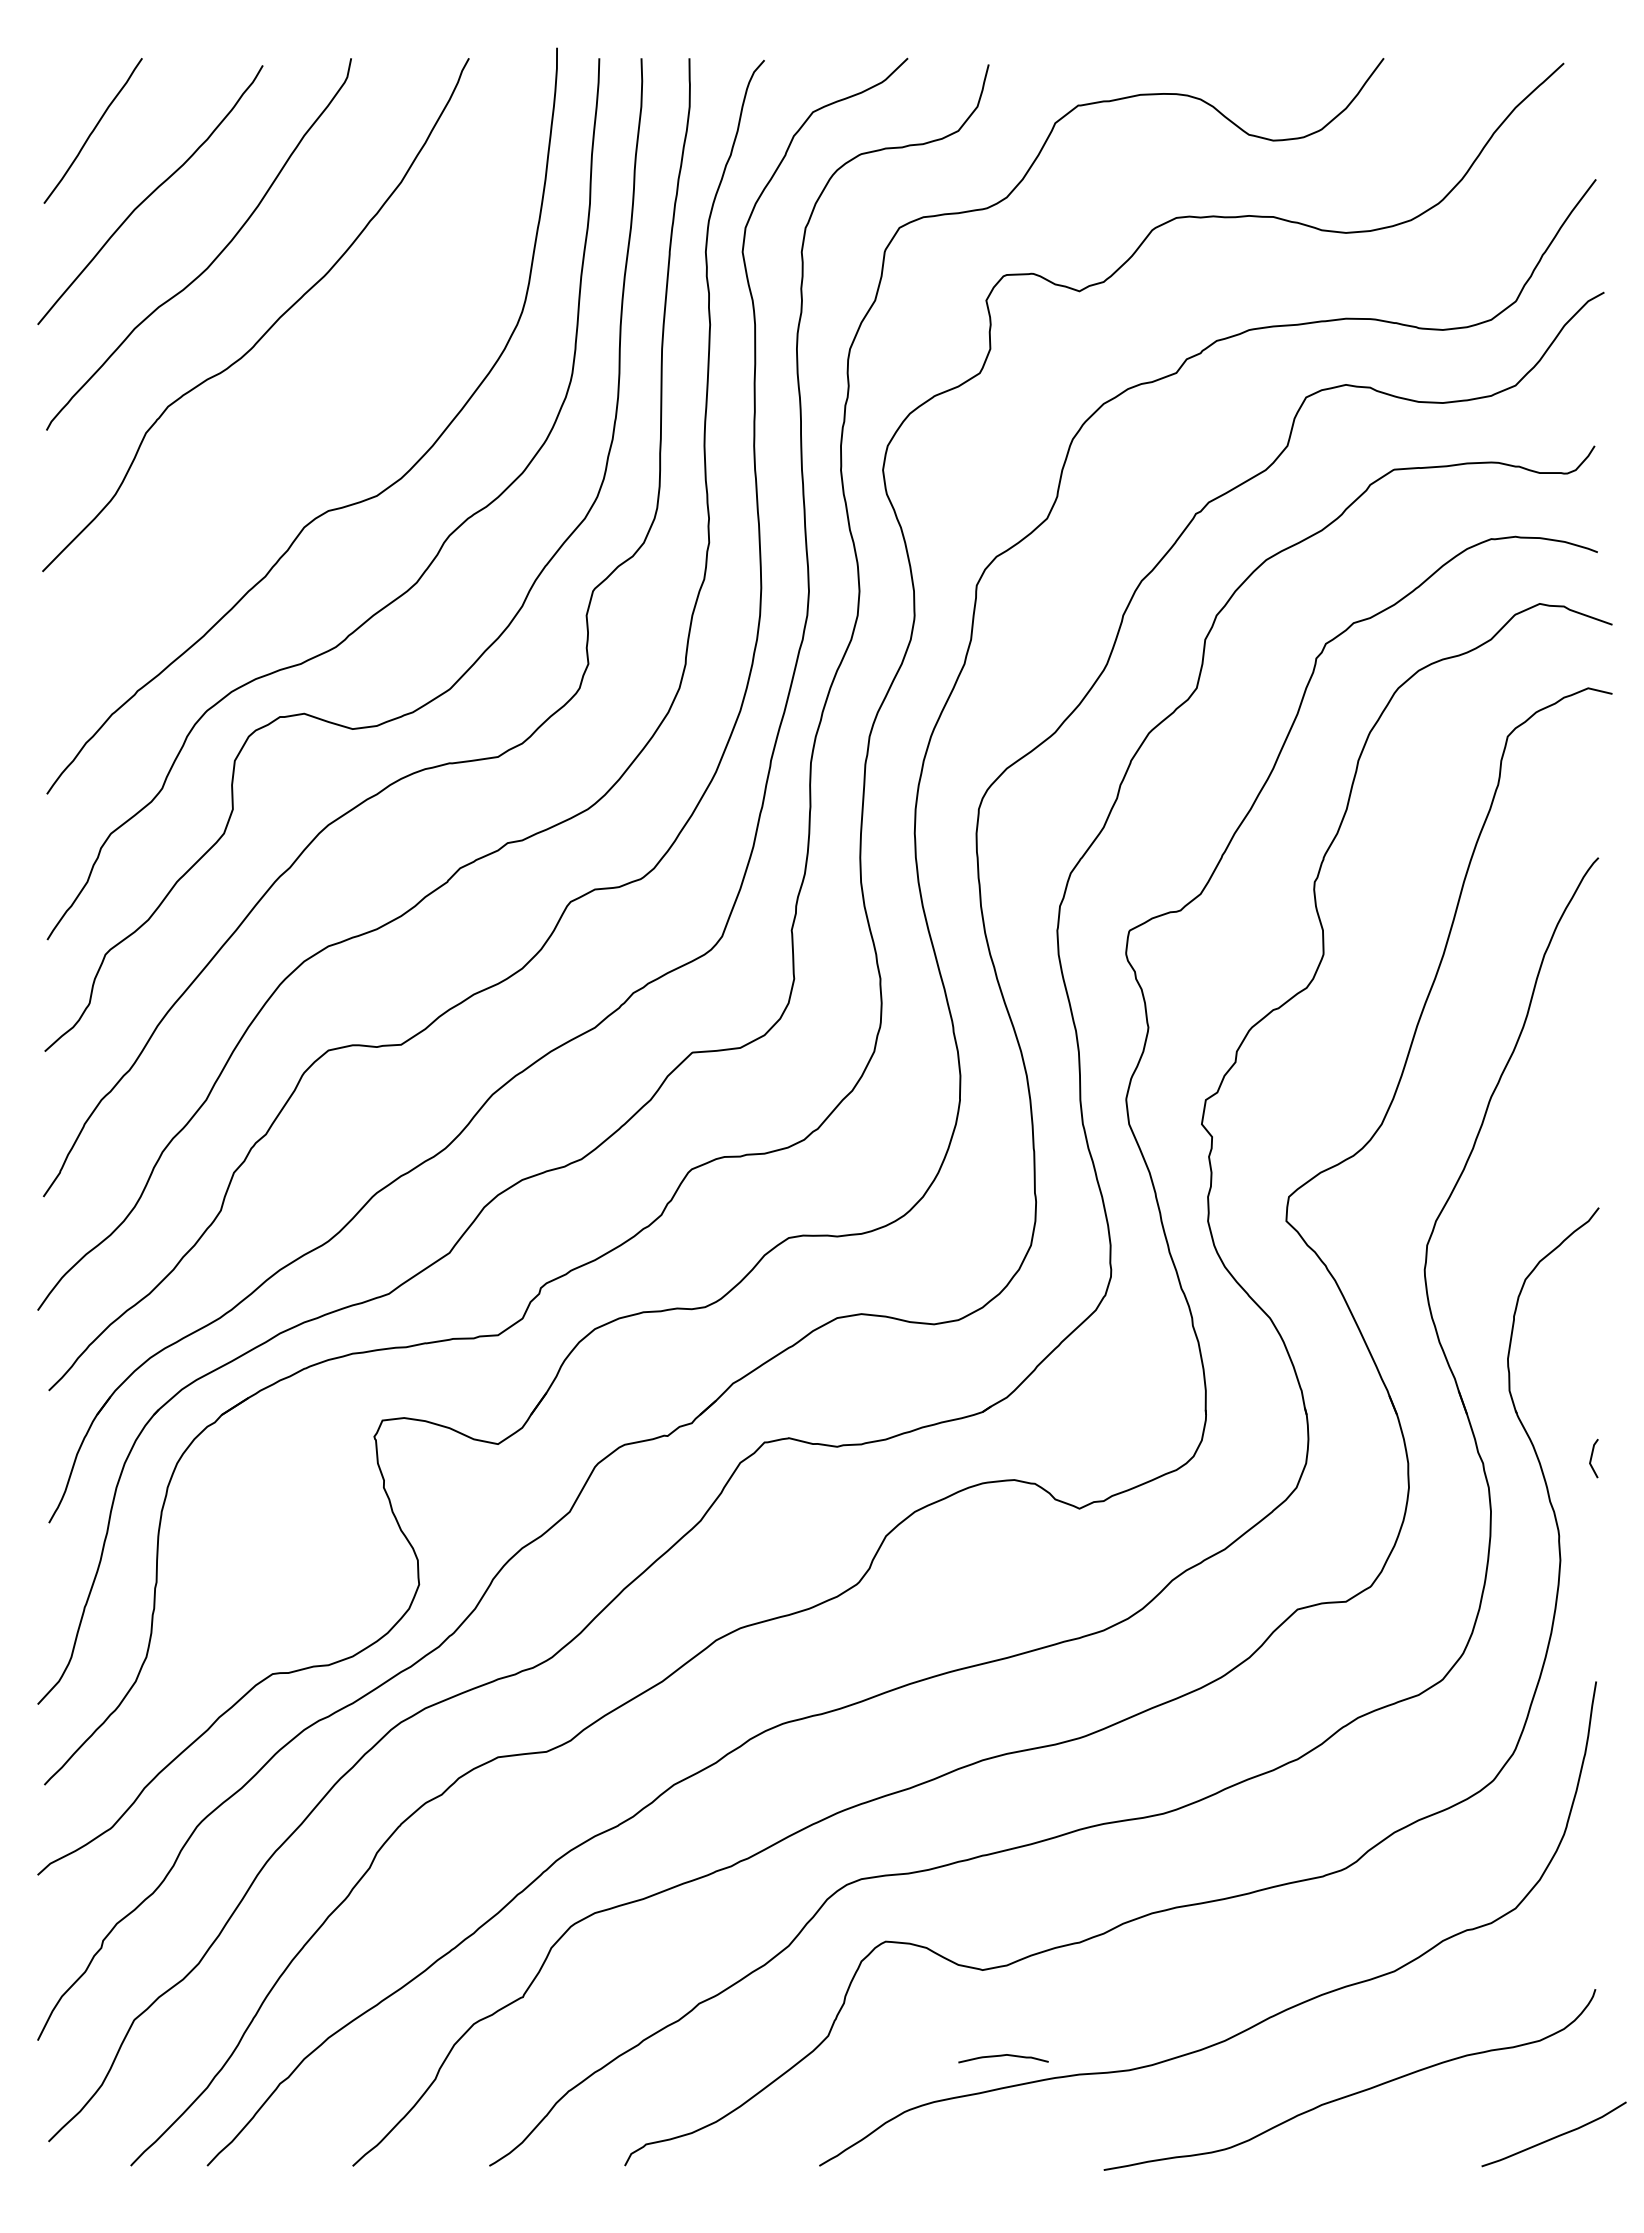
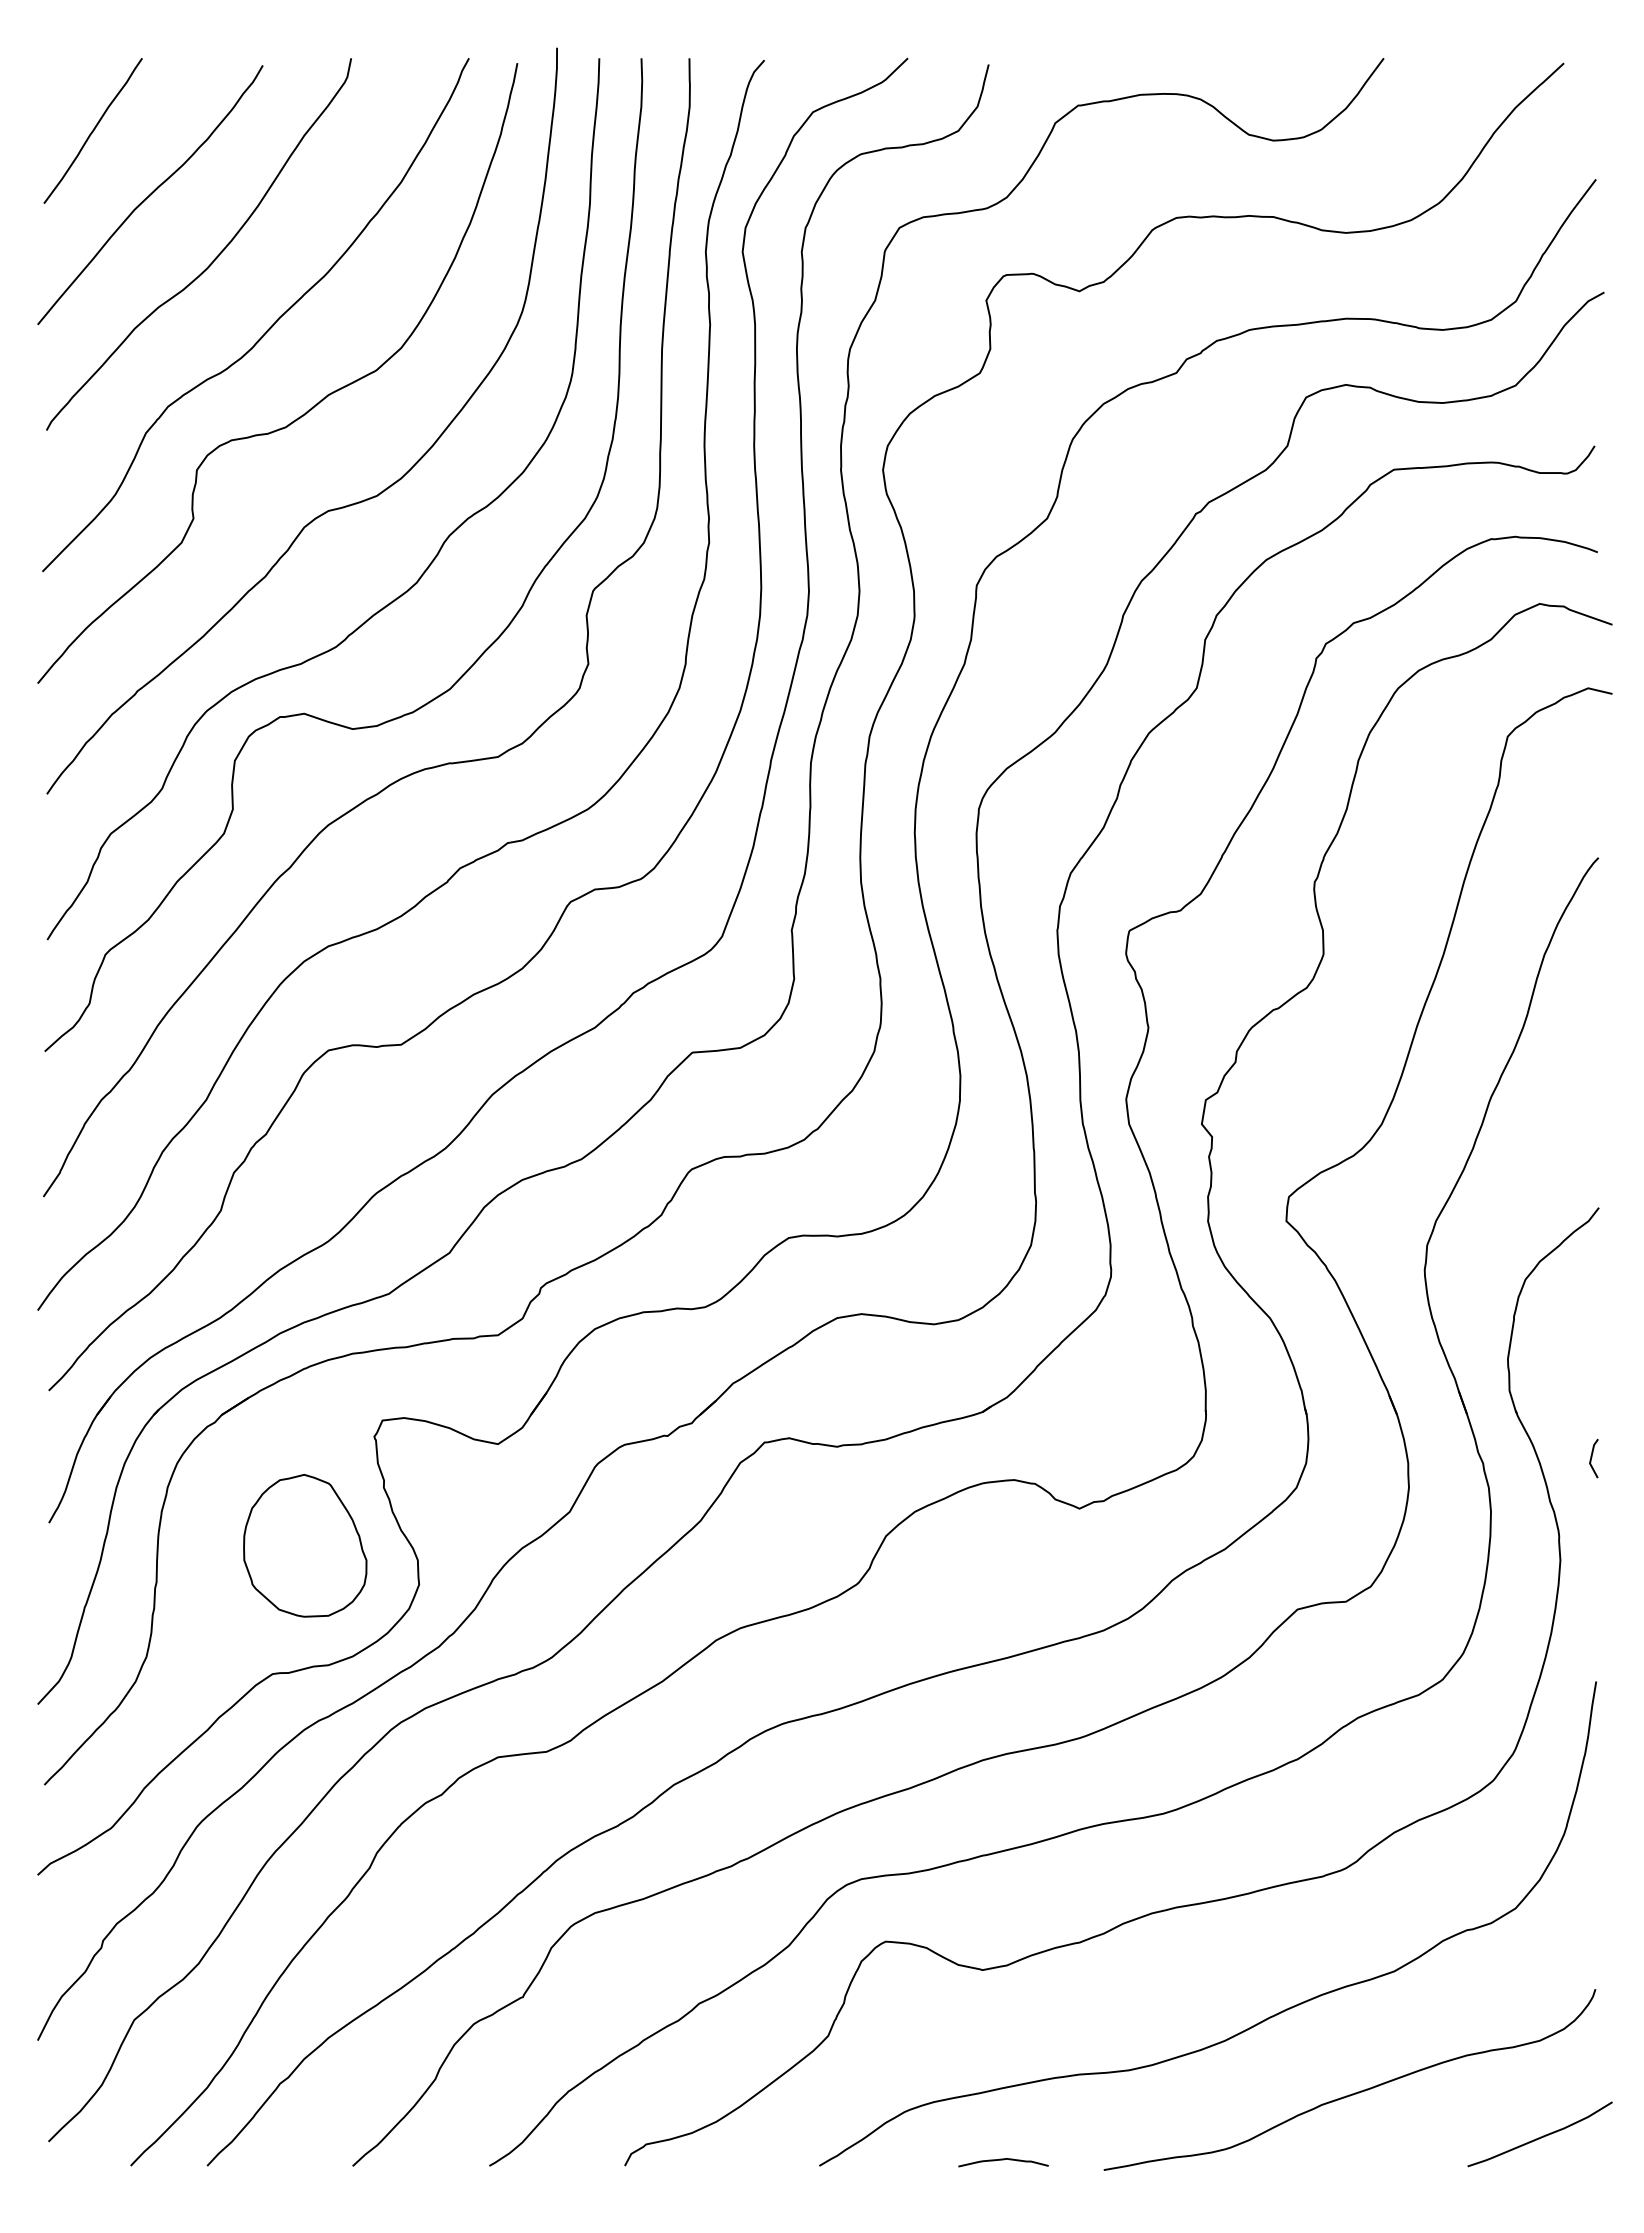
curve at (307, 410): none -> present
part at (305, 1545): none -> present
curve at (1003, 2056) position: (1003, 2056) -> (1003, 2160)
curve at (1554, 2136) position: (1554, 2136) -> (1540, 2136)
